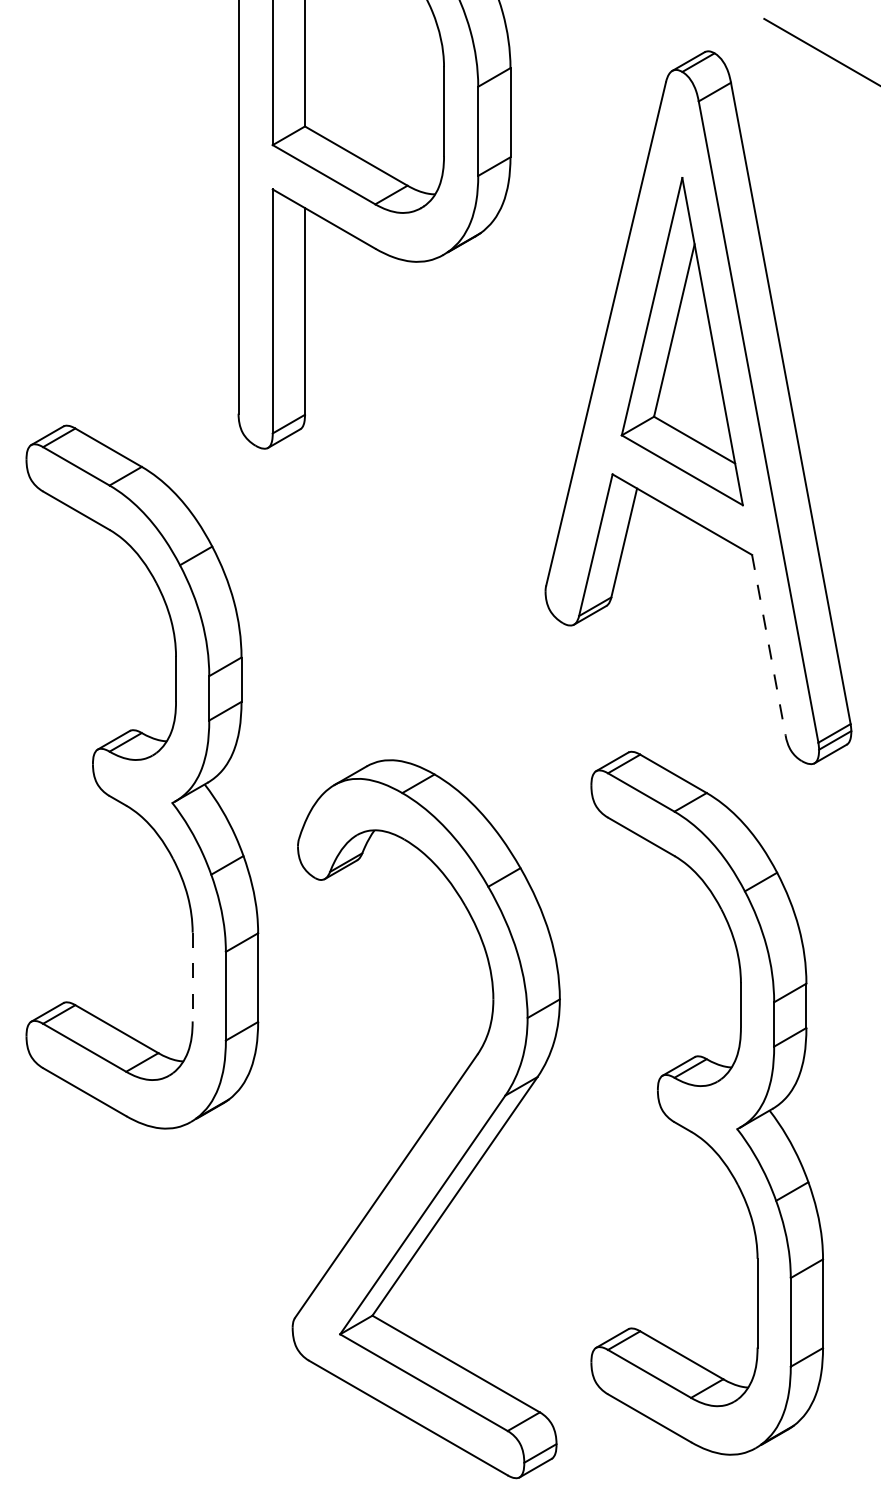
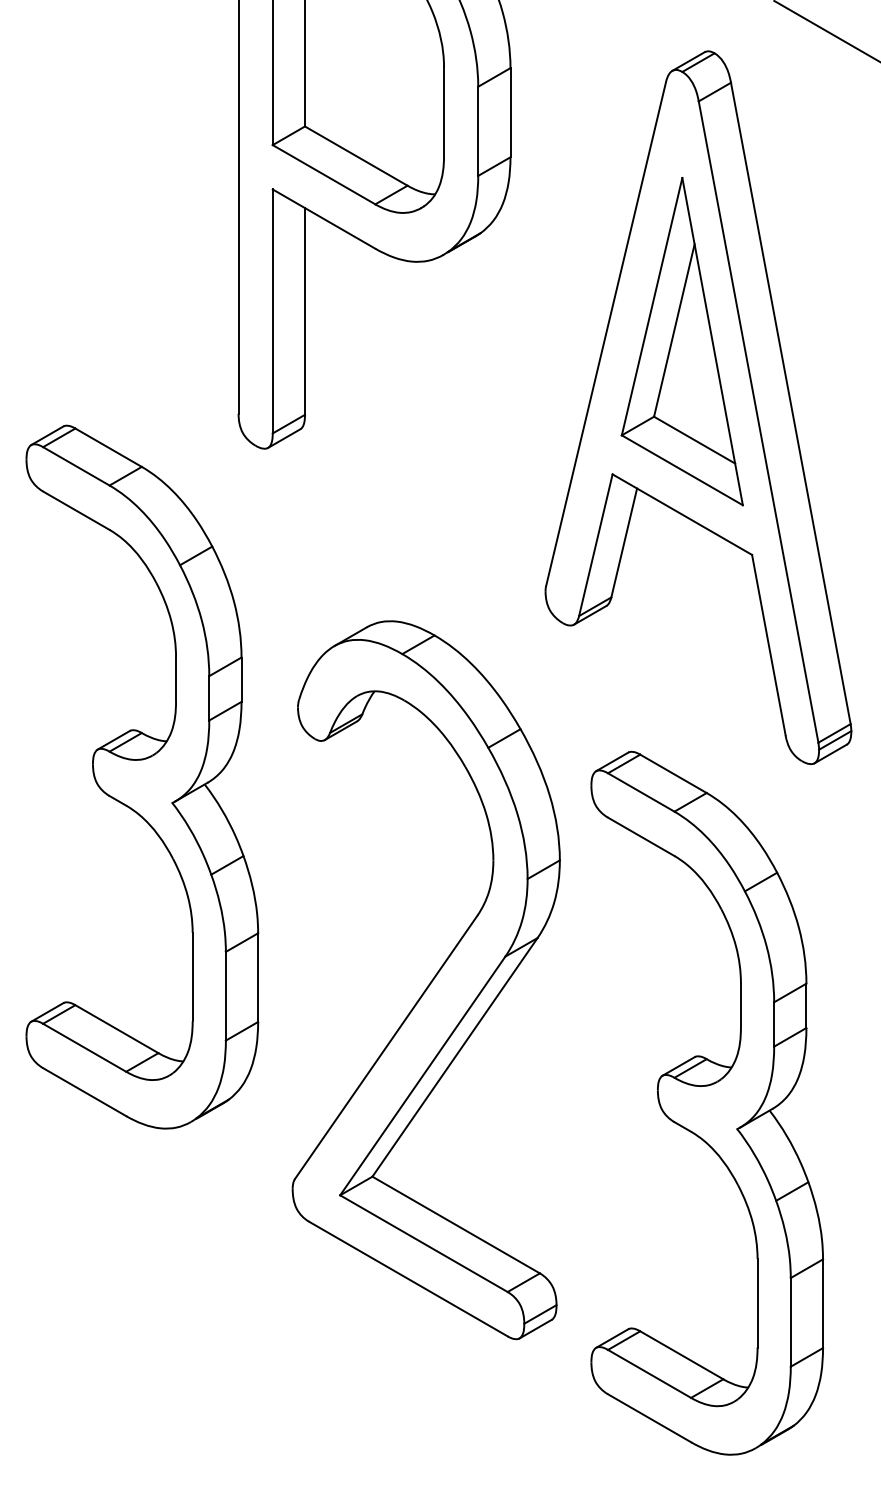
line at (820, 51) position: (820, 51) -> (826, 31)
line at (768, 645): dashed -> solid
line at (192, 977): dashed -> solid
part at (425, 1119) position: (425, 1119) -> (425, 980)
